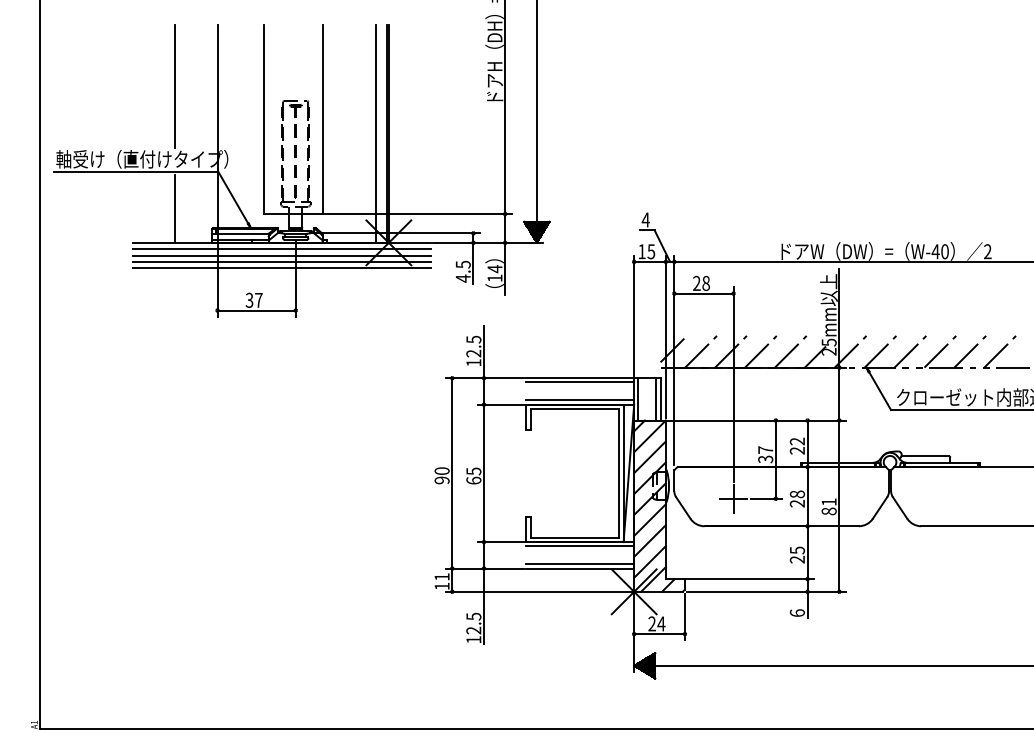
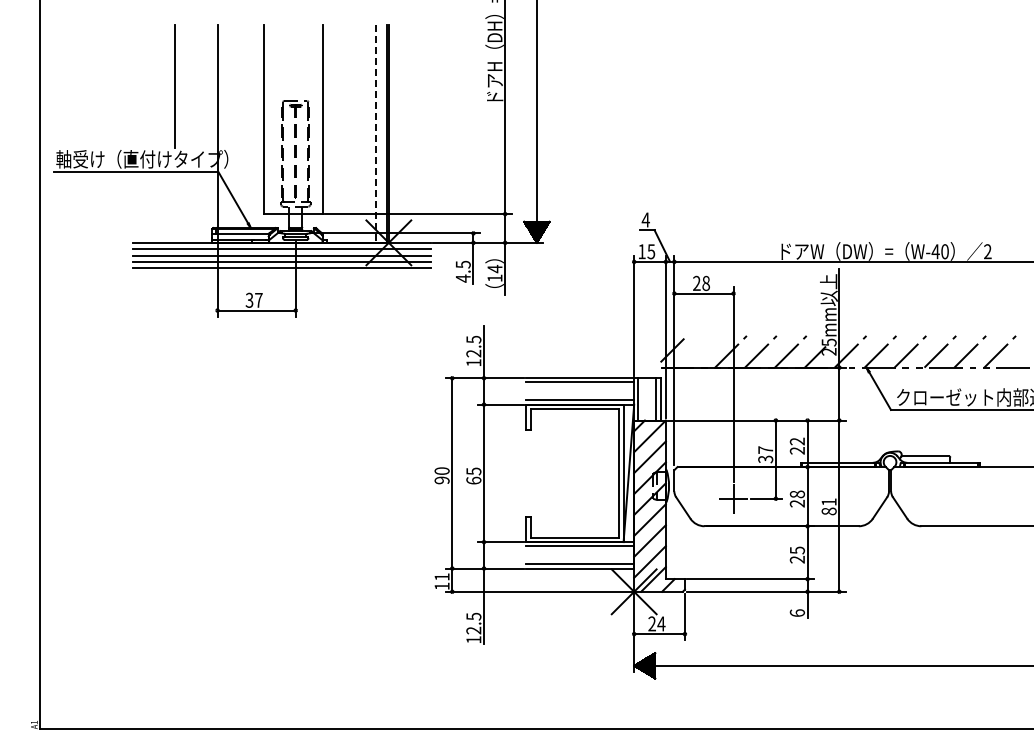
line at (376, 134): solid -> dashed
line at (175, 208): present -> none
line at (700, 351): present -> none
